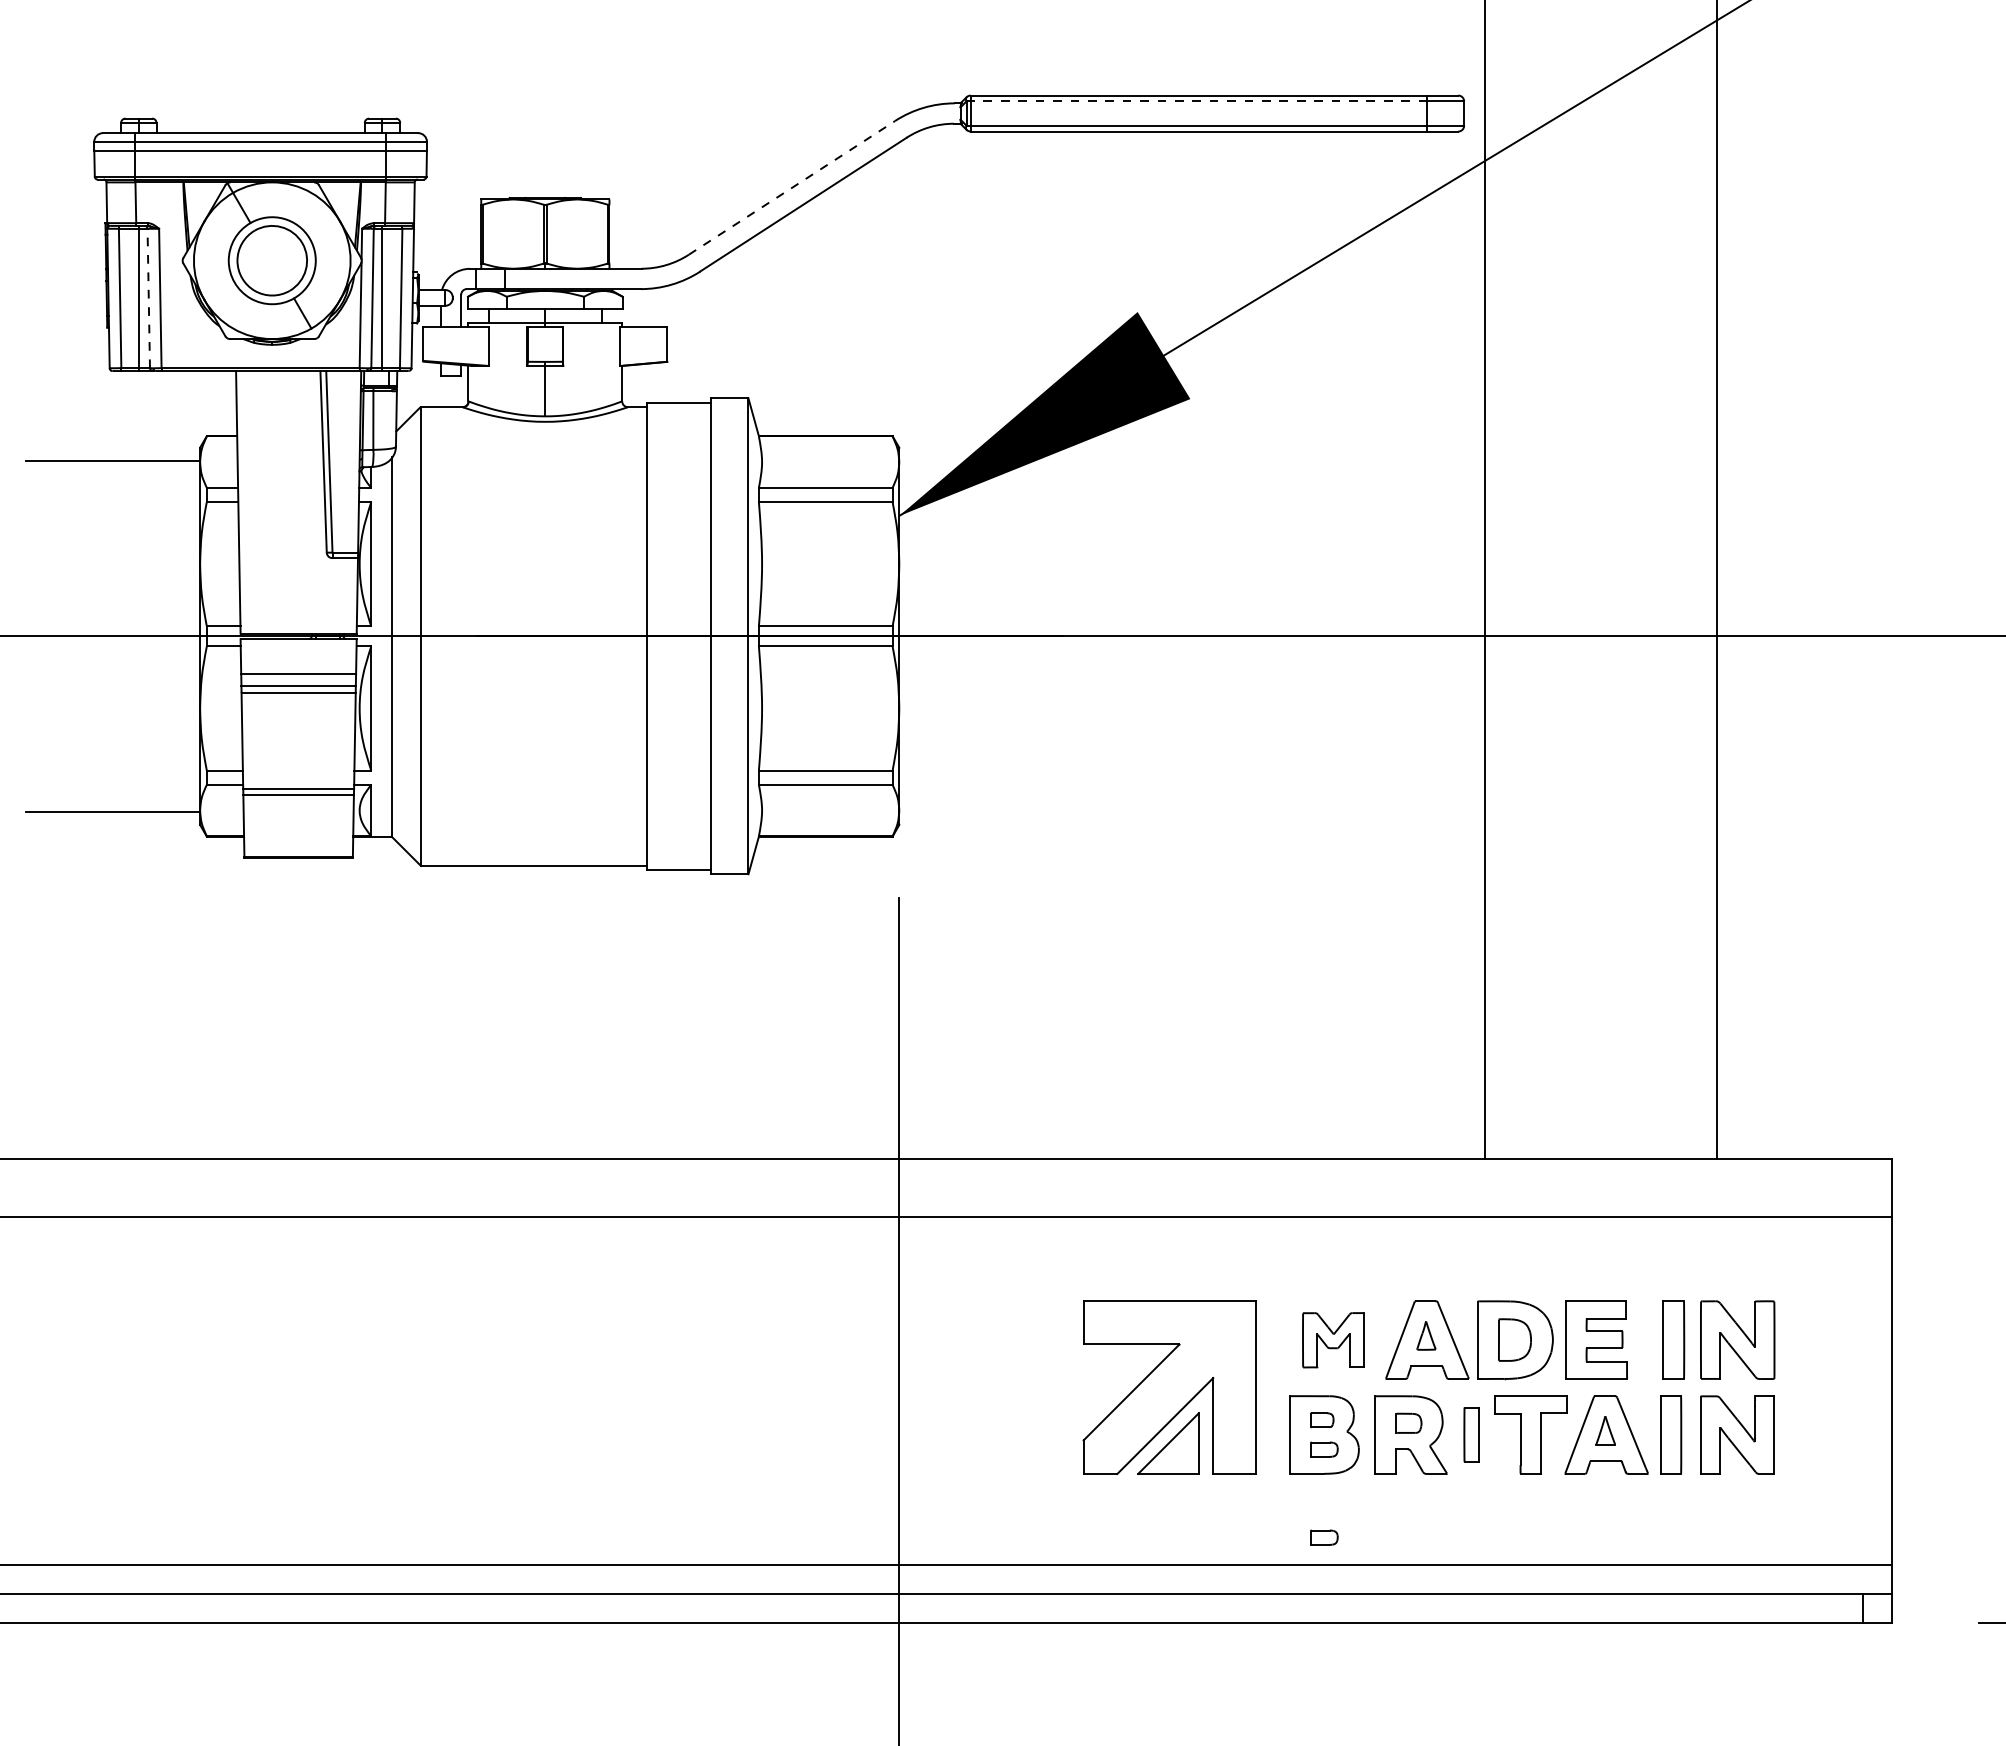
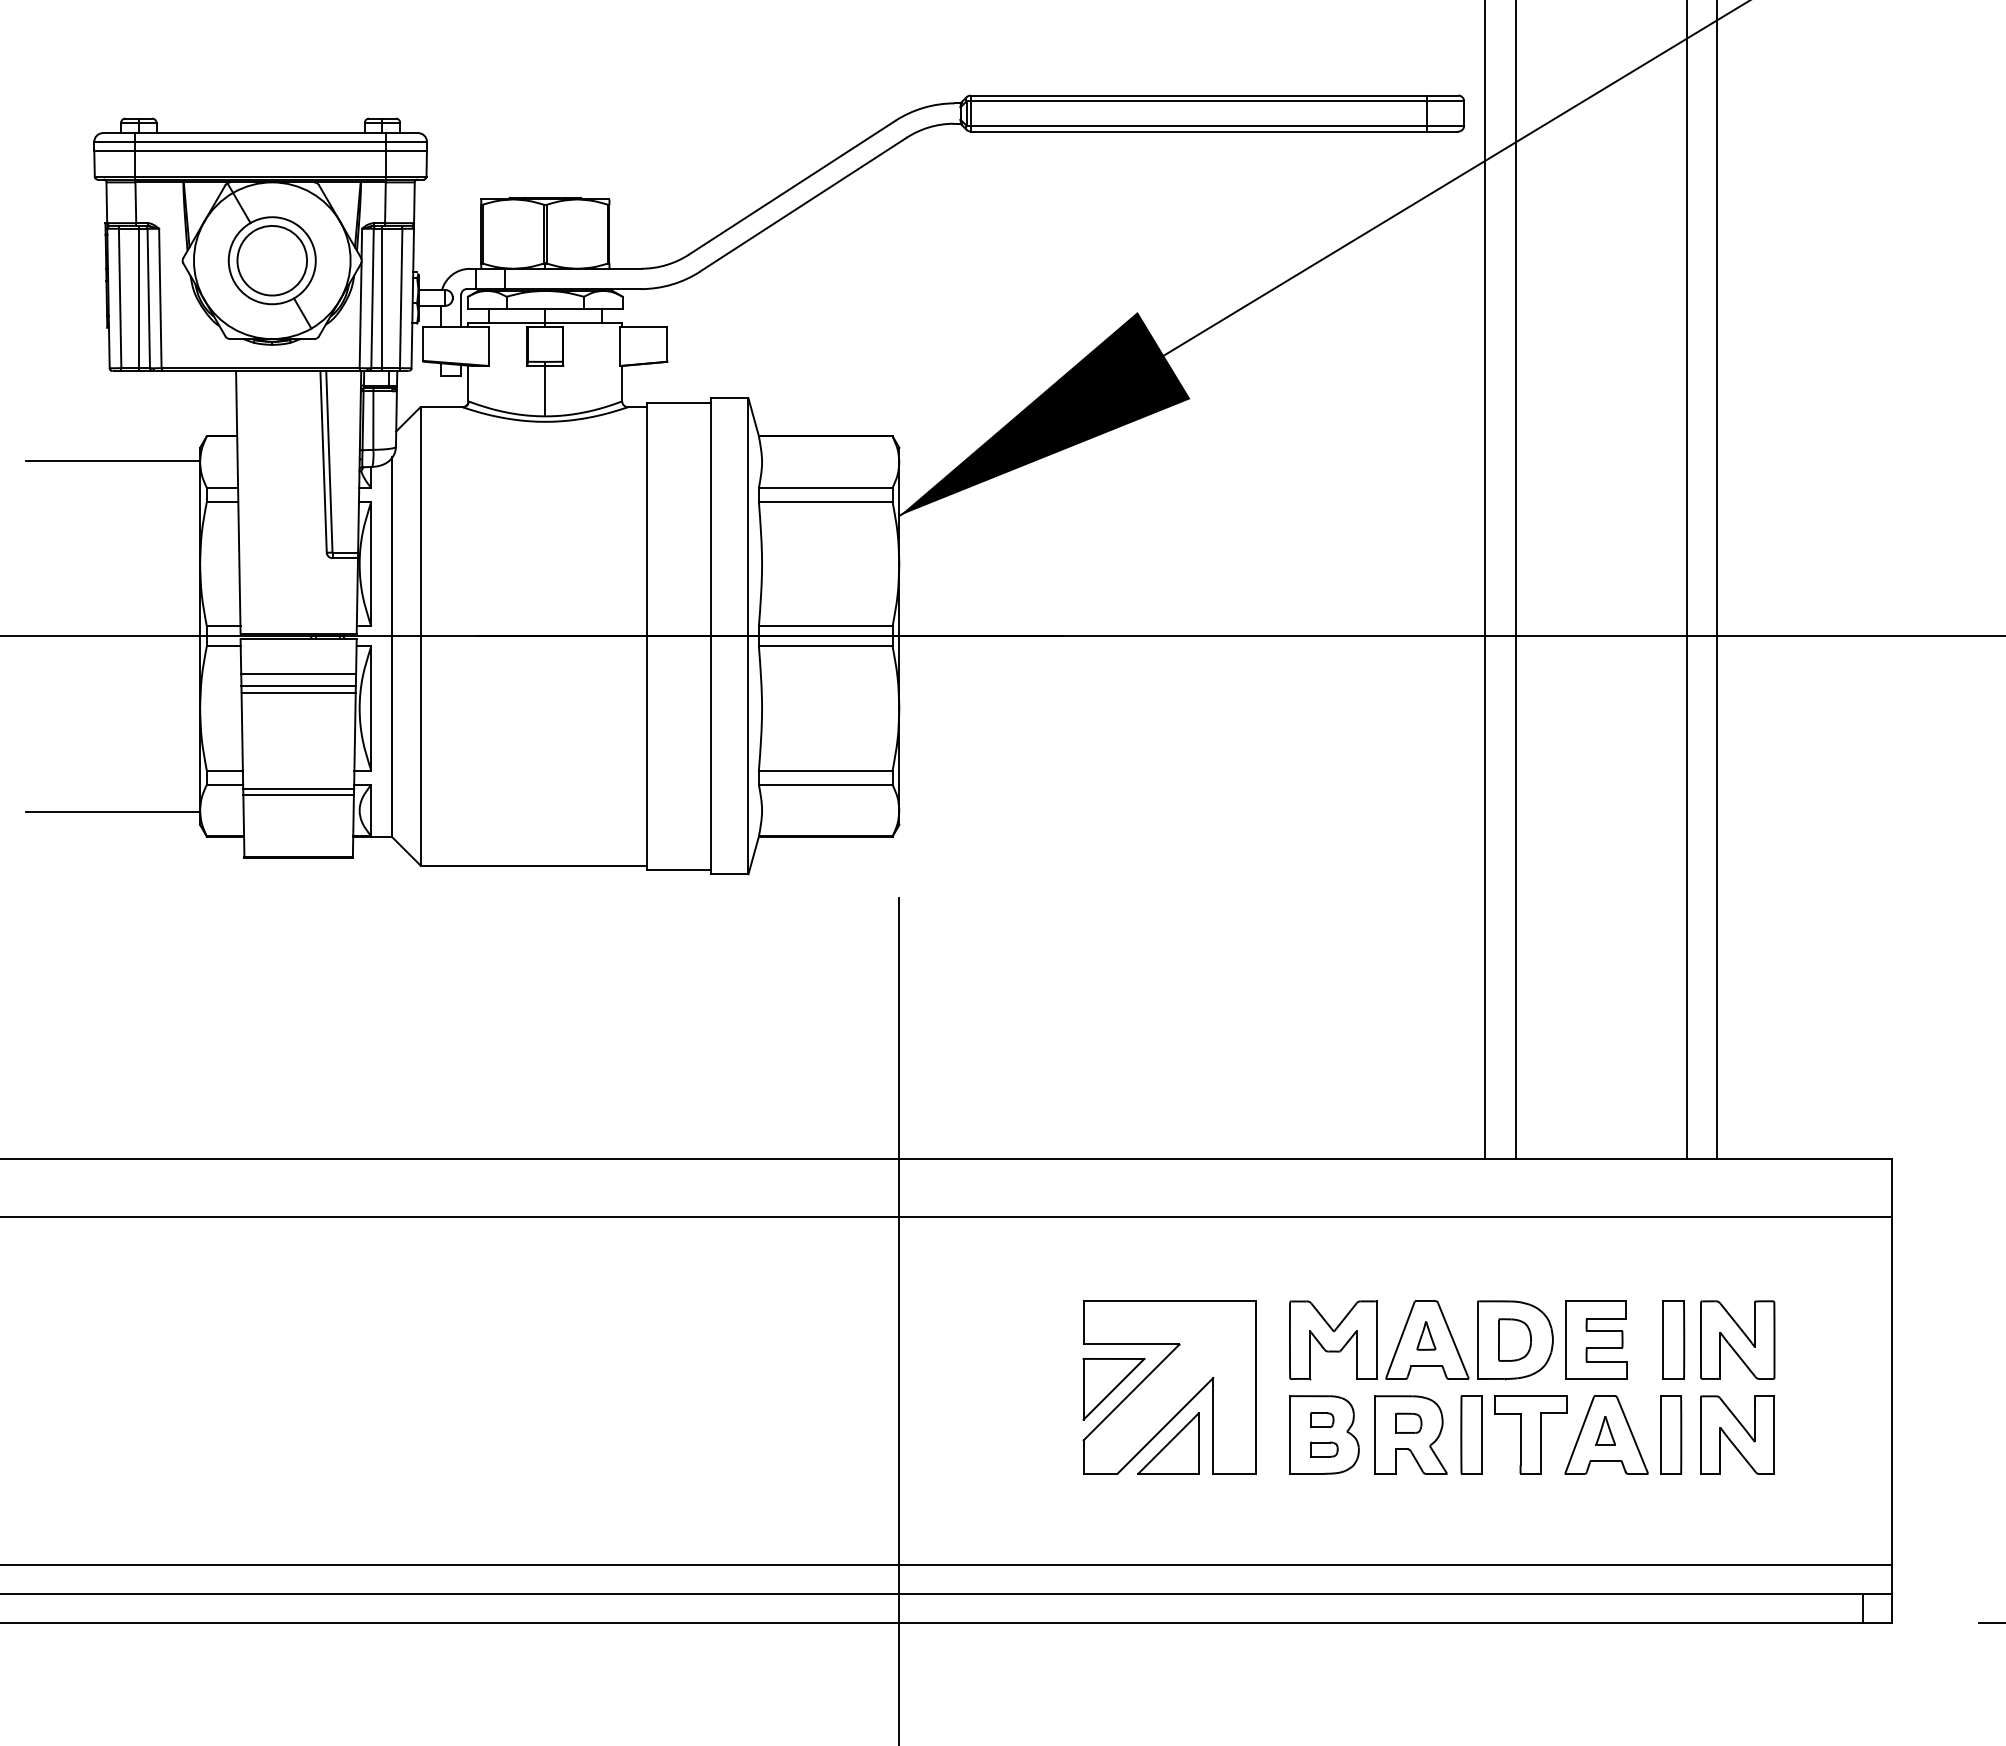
line at (1198, 101): dashed -> solid
line at (791, 187): dashed -> solid
line at (148, 298): dashed -> solid
line at (1515, 580): none -> present
line at (1687, 580): none -> present
part at (1333, 1340) size: 63x57 px -> 89x81 px
part at (1113, 1388): none -> present
part at (1471, 1434) size: 17x56 px -> 23x80 px
part at (1324, 1537): present -> none
